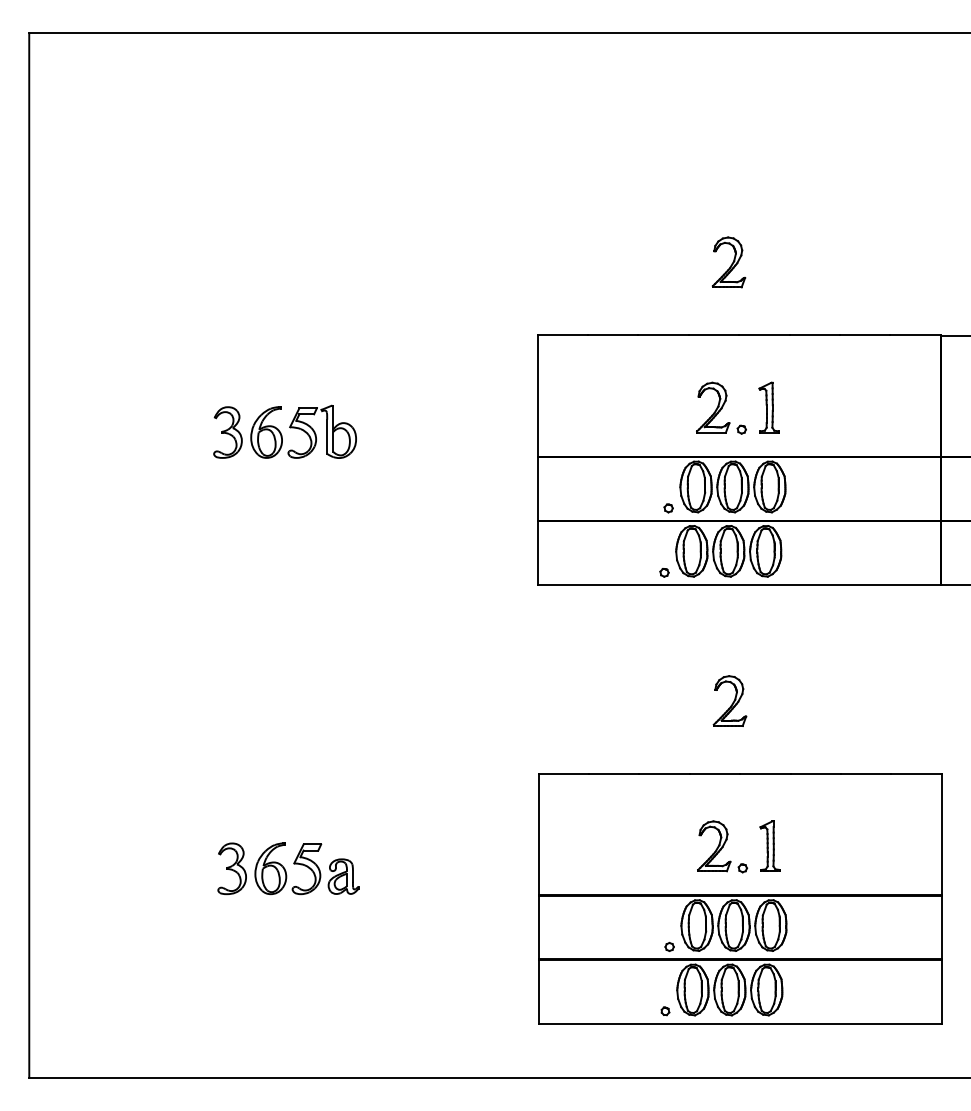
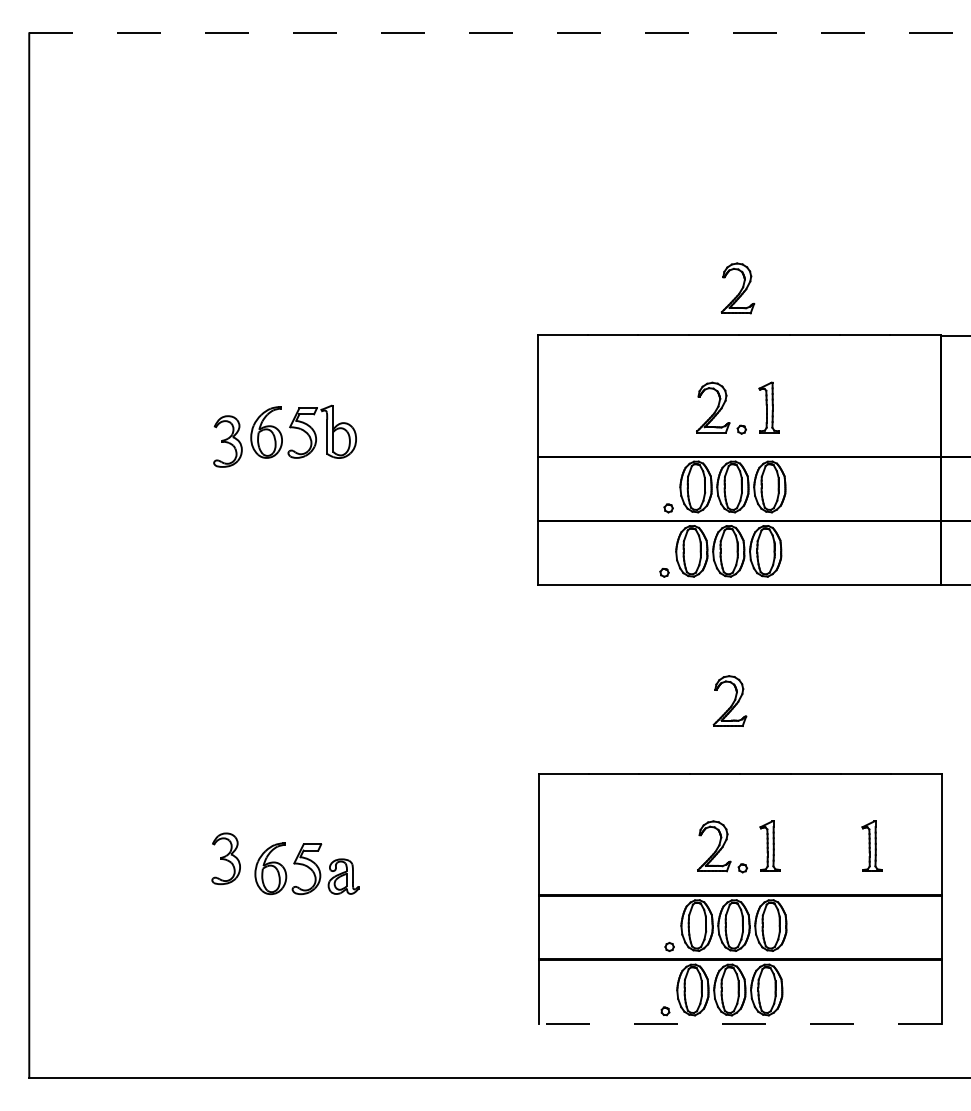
line at (500, 33): solid -> dashed
part at (728, 262) position: (728, 262) -> (737, 288)
part at (227, 432) position: (227, 432) -> (227, 441)
part at (871, 845): none -> present
part at (231, 868) position: (231, 868) -> (225, 858)
line at (740, 1023): solid -> dashed
